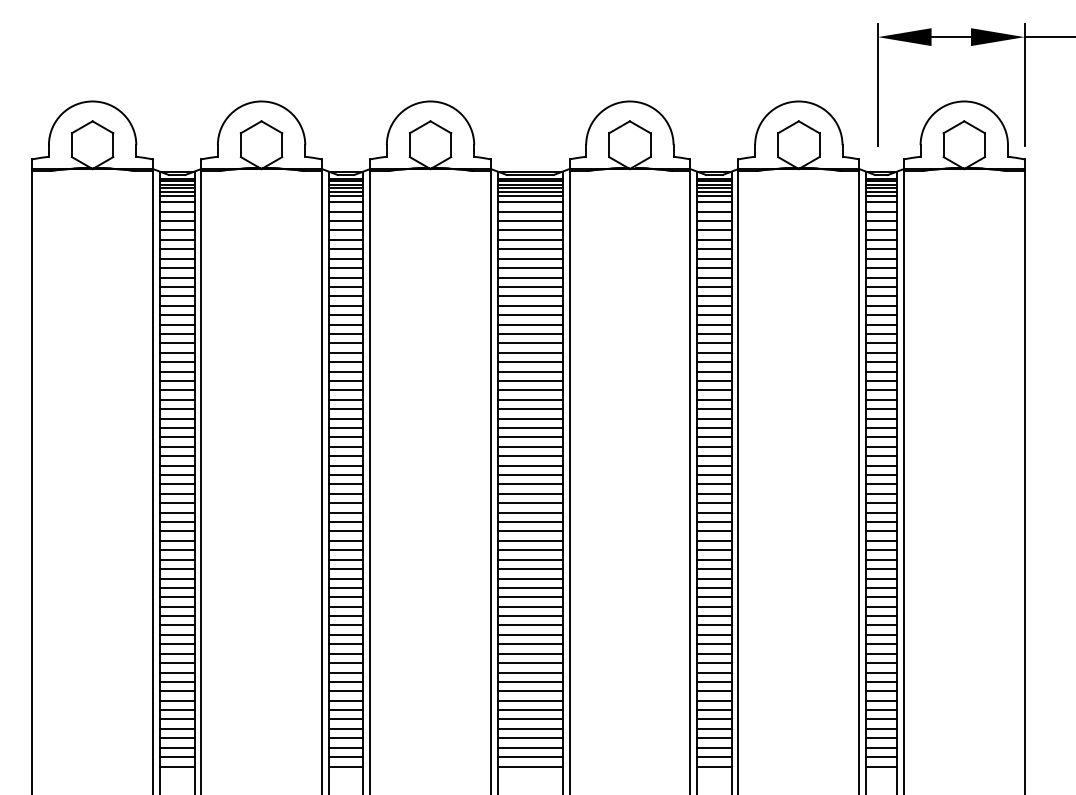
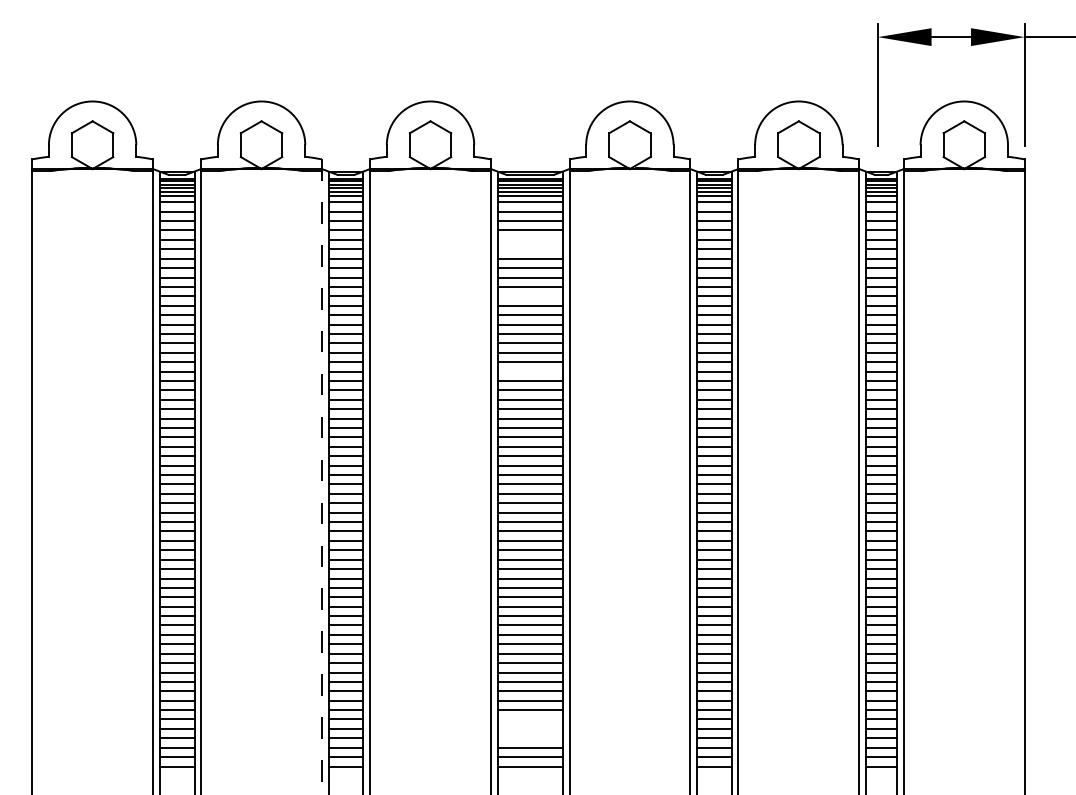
line at (529, 239): present -> none
line at (529, 249): present -> none
line at (529, 296): present -> none
line at (529, 371): present -> none
line at (321, 477): solid -> dashed
line at (529, 719): present -> none
line at (529, 729): present -> none
line at (529, 738): present -> none
